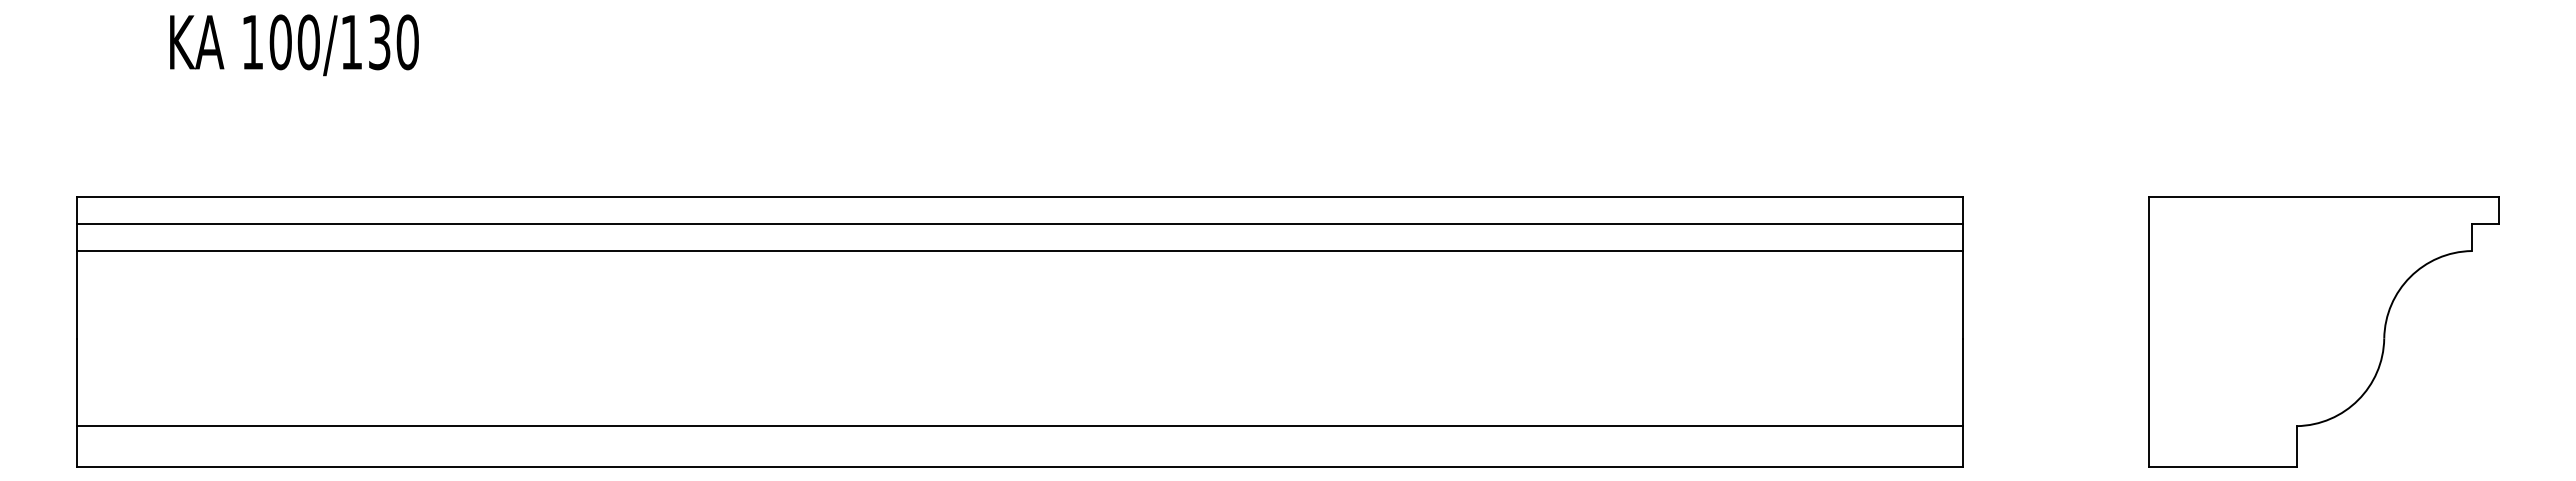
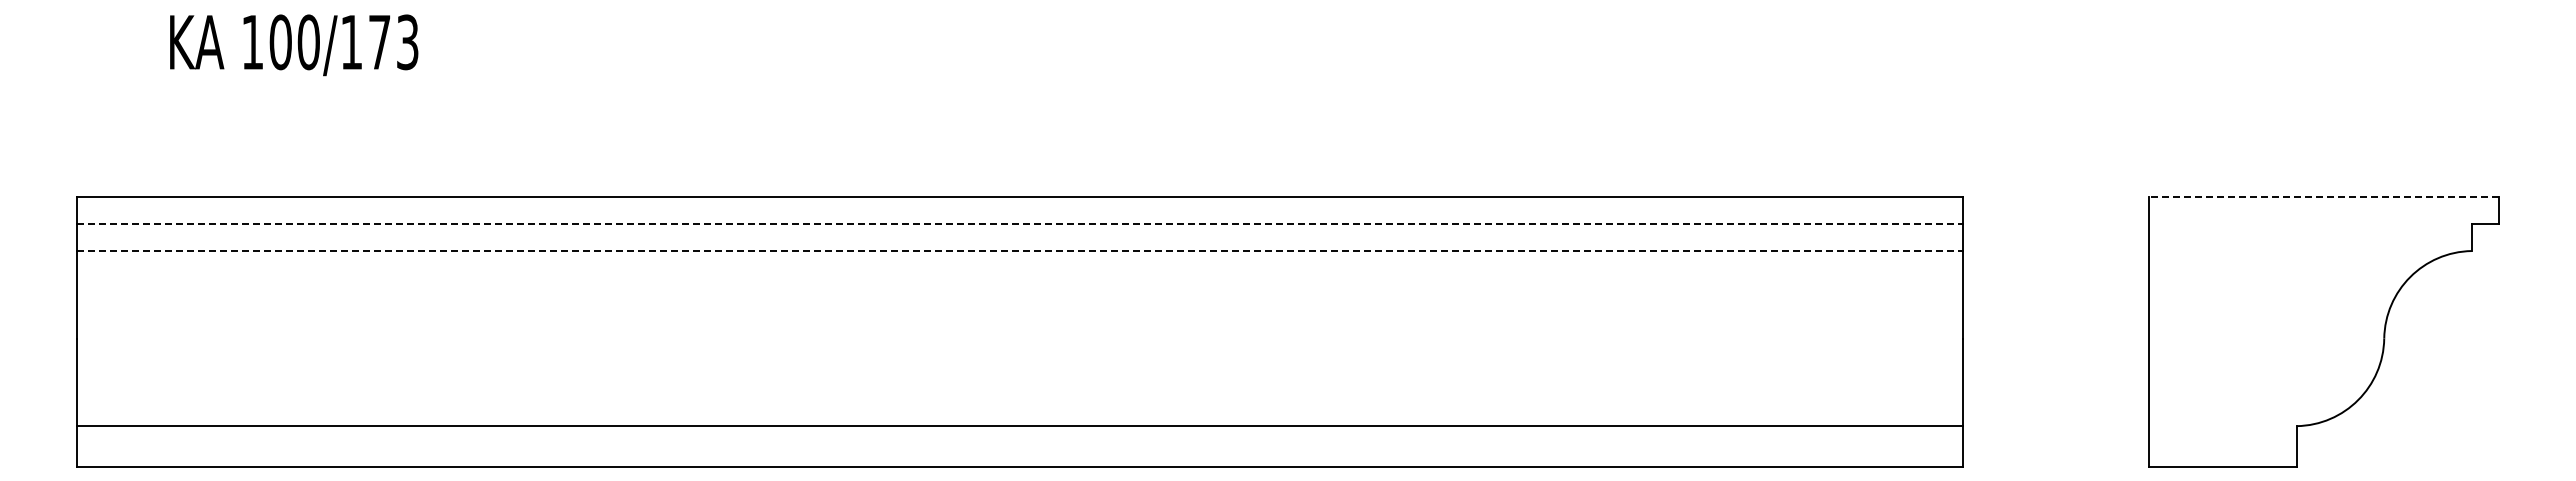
text at (393, 42): 100/130 -> 100/173
line at (2323, 197): solid -> dashed
line at (1020, 224): solid -> dashed
line at (1020, 251): solid -> dashed
